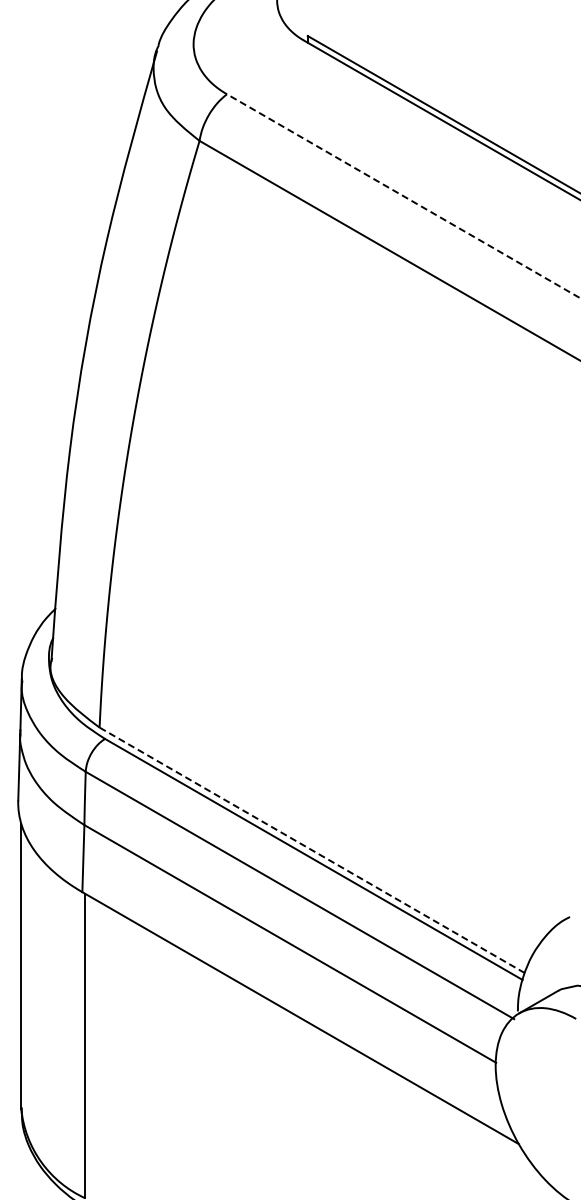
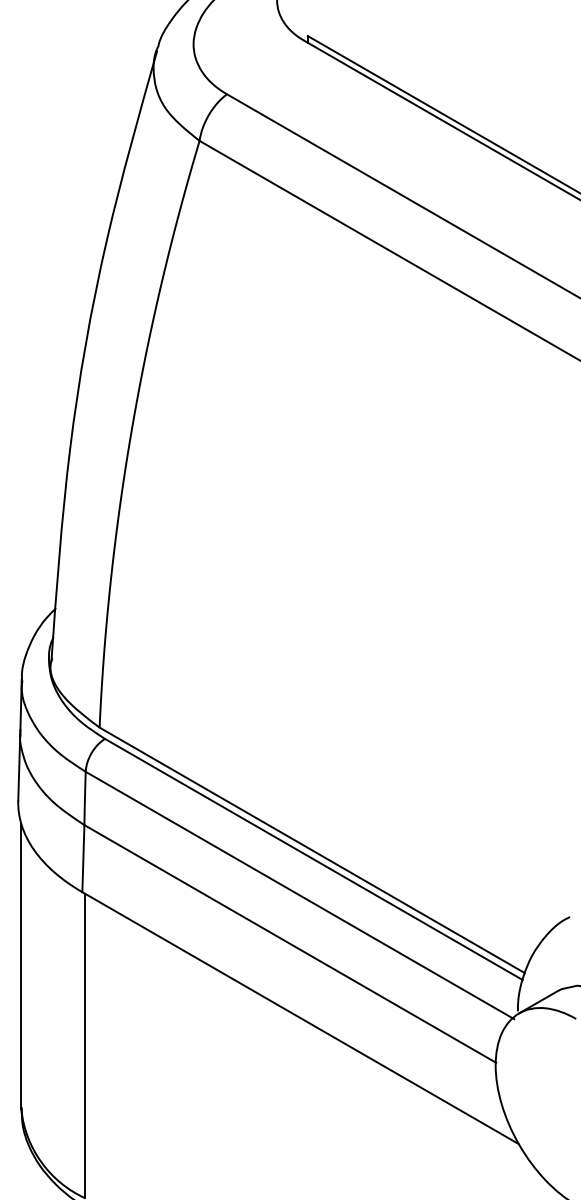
line at (403, 196): dashed -> solid
line at (312, 850): dashed -> solid
